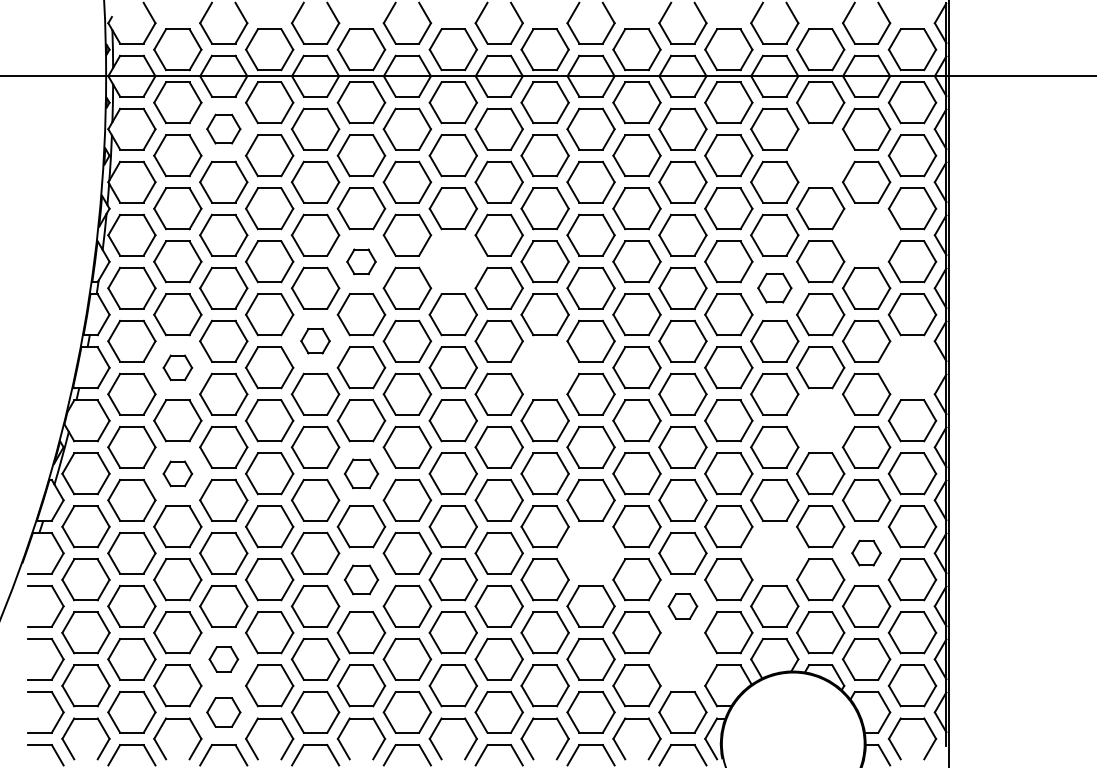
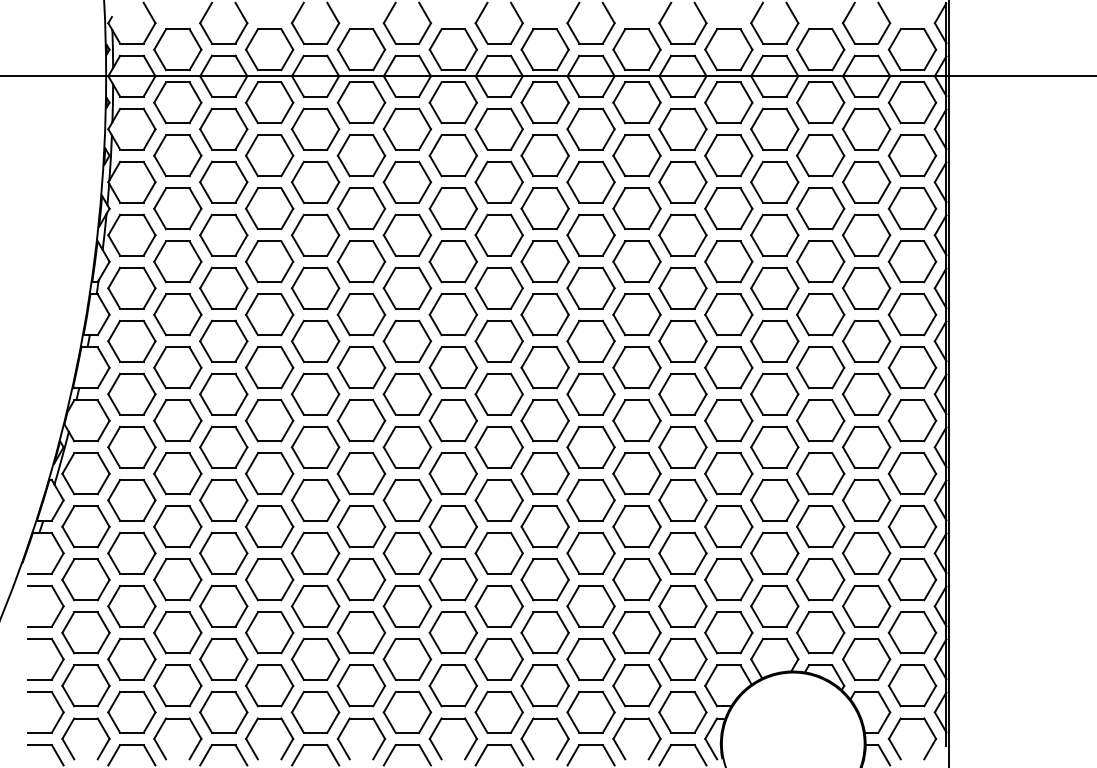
part at (223, 128) size: 36x32 px -> 50x44 px
part at (820, 155): none -> present
part at (866, 234): none -> present
part at (361, 261) size: 31x28 px -> 51x44 px
part at (452, 261): none -> present
part at (774, 287) size: 36x32 px -> 50x44 px
part at (315, 340) size: 31x28 px -> 51x44 px
part at (177, 367) size: 32x28 px -> 50x44 px
part at (544, 367): none -> present
part at (912, 367): none -> present
part at (820, 420): none -> present
part at (177, 473) size: 32x28 px -> 50x44 px
part at (361, 473) size: 37x32 px -> 51x44 px
part at (774, 552): none -> present
part at (866, 552) size: 31x28 px -> 51x44 px
part at (590, 553): none -> present
part at (361, 579) size: 36x32 px -> 51x44 px
part at (682, 606) size: 32x27 px -> 50x43 px
part at (223, 659) size: 32x27 px -> 50x43 px
part at (682, 659): none -> present
part at (223, 712) size: 36x31 px -> 50x43 px
